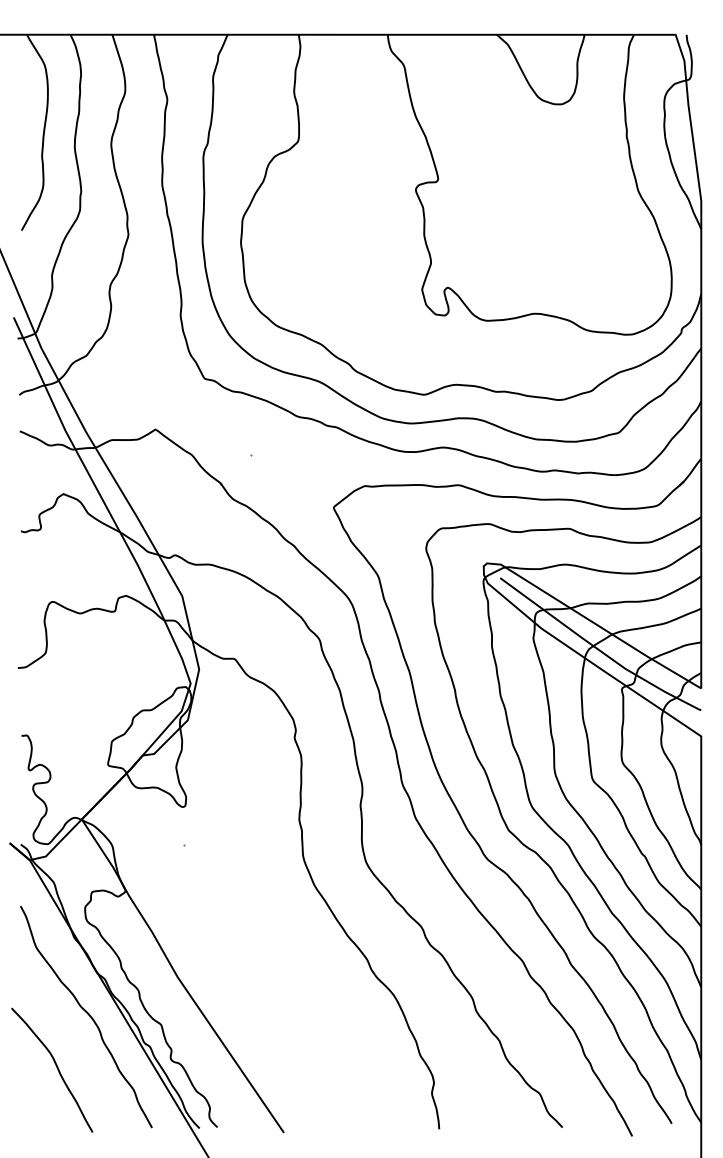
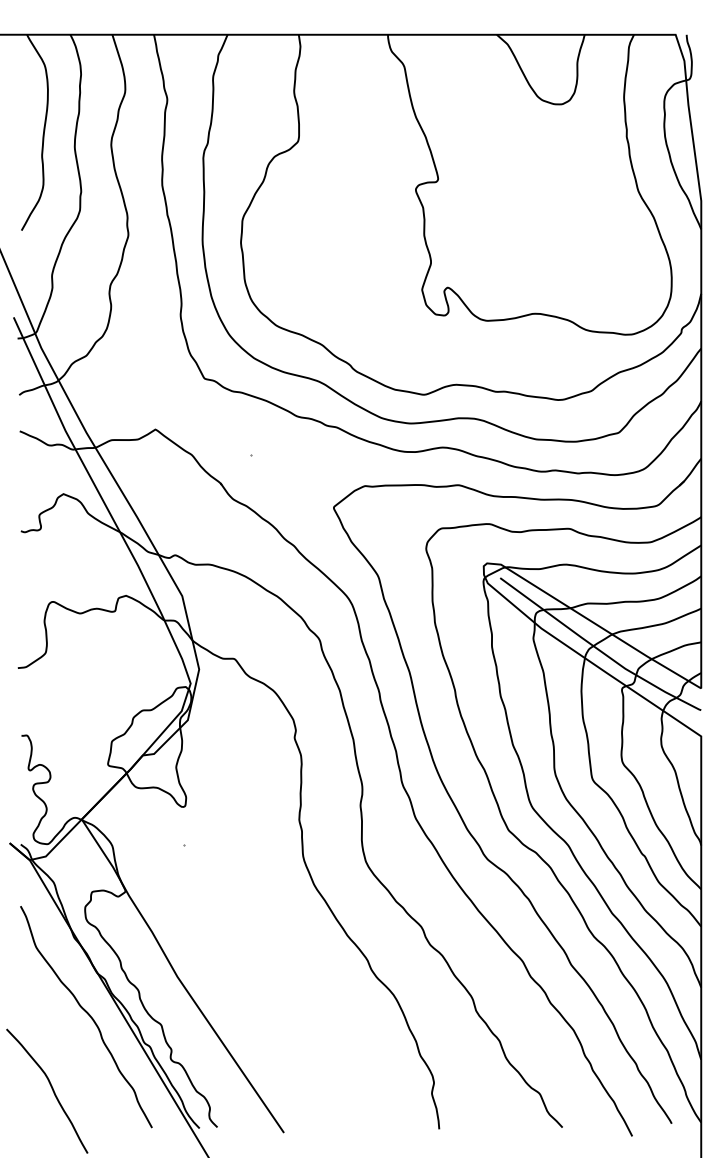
curve at (56, 1067) position: (56, 1067) -> (51, 1088)
